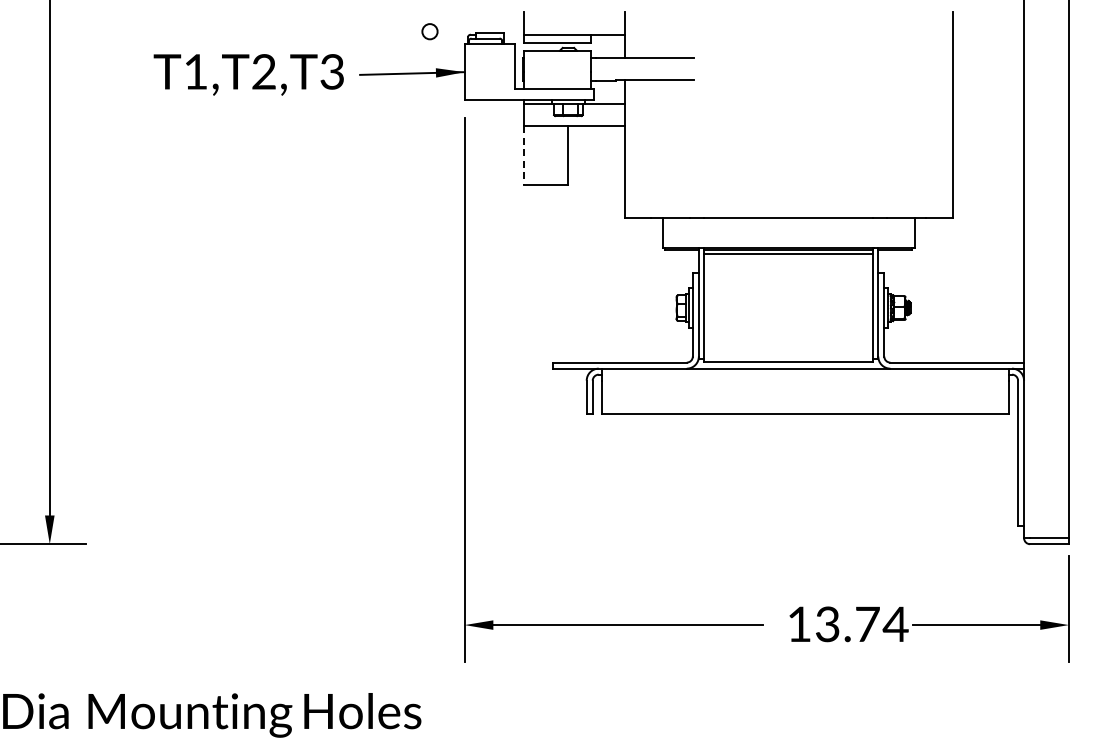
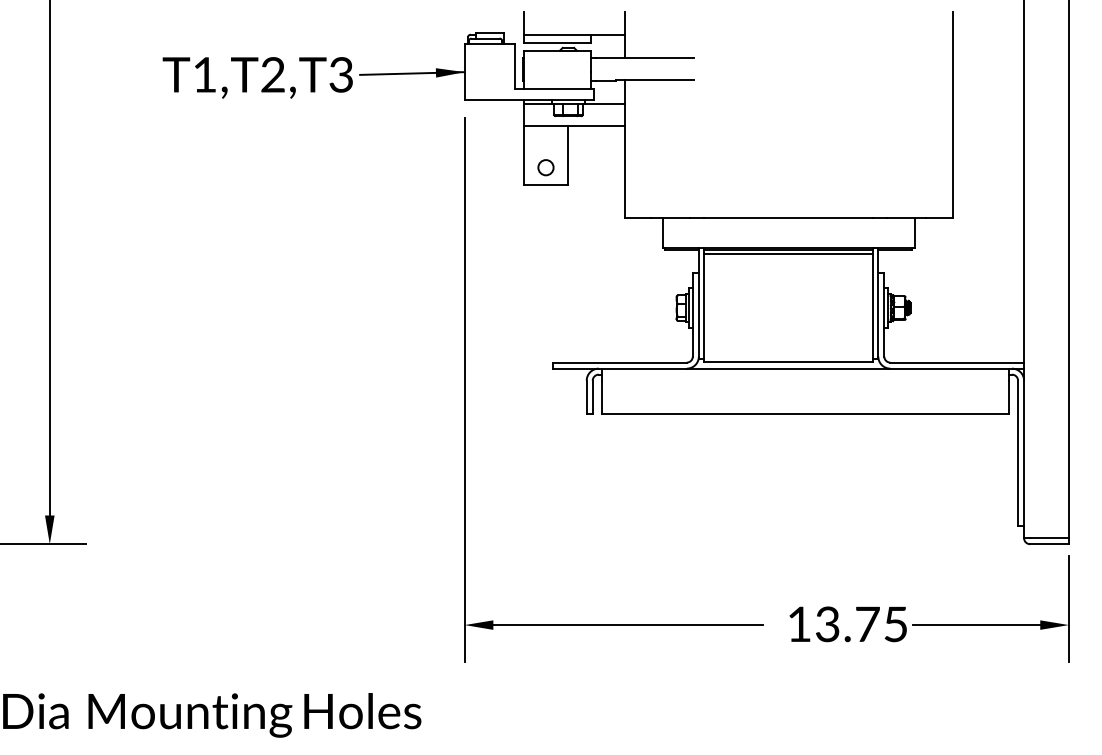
circle at (429, 31) position: (429, 31) -> (545, 167)
text at (248, 74) position: (248, 74) -> (257, 77)
line at (523, 155): dashed -> solid
text at (895, 624): 13.74 -> 13.75
